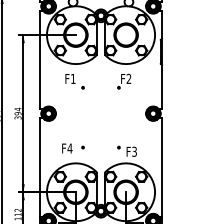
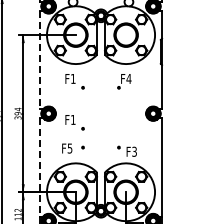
line at (40, 60): solid -> dashed
text at (128, 78): F2 -> F4
part at (74, 122): none -> present
text at (69, 148): F4 -> F5
line at (40, 167): solid -> dashed
